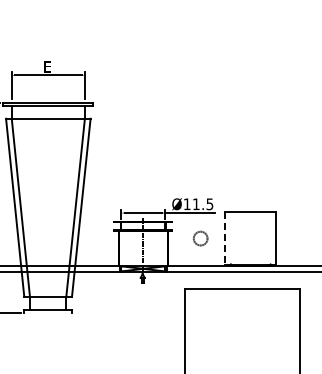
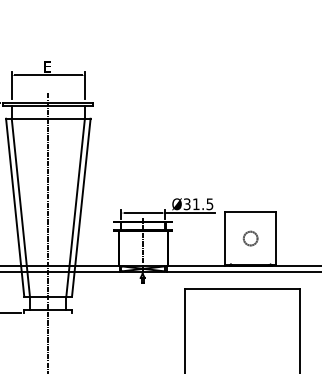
text at (186, 204): Ø11.5 -> Ø31.5
line at (48, 231): none -> present
circle at (200, 238) position: (200, 238) -> (250, 238)
line at (225, 239): dashed -> solid
